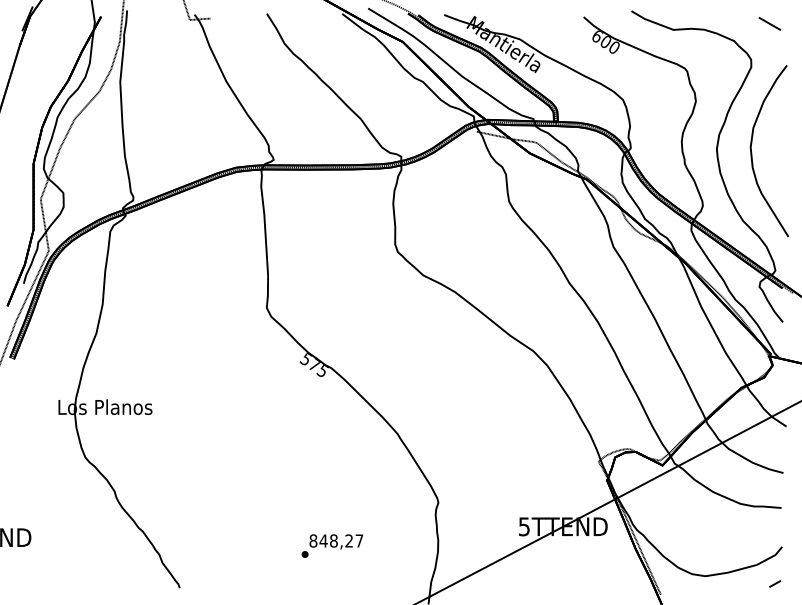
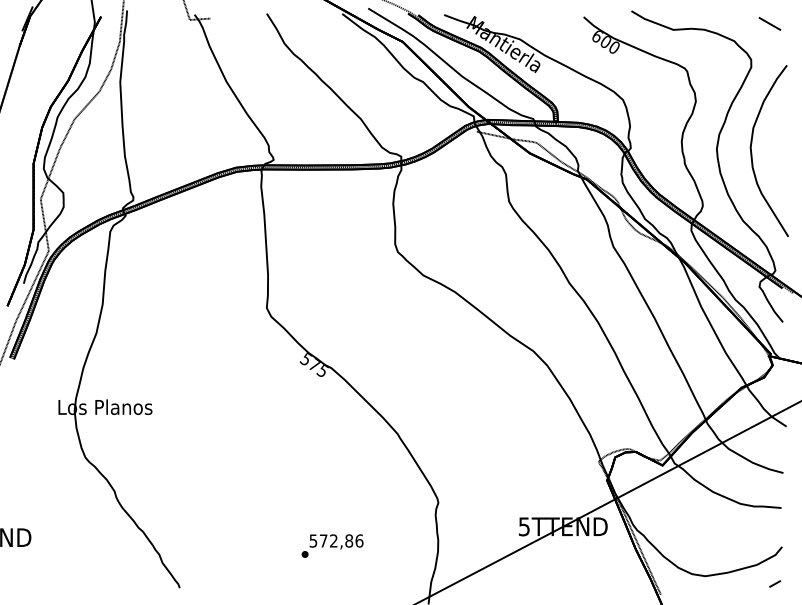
text at (336, 540): 848,27 -> 572,86
